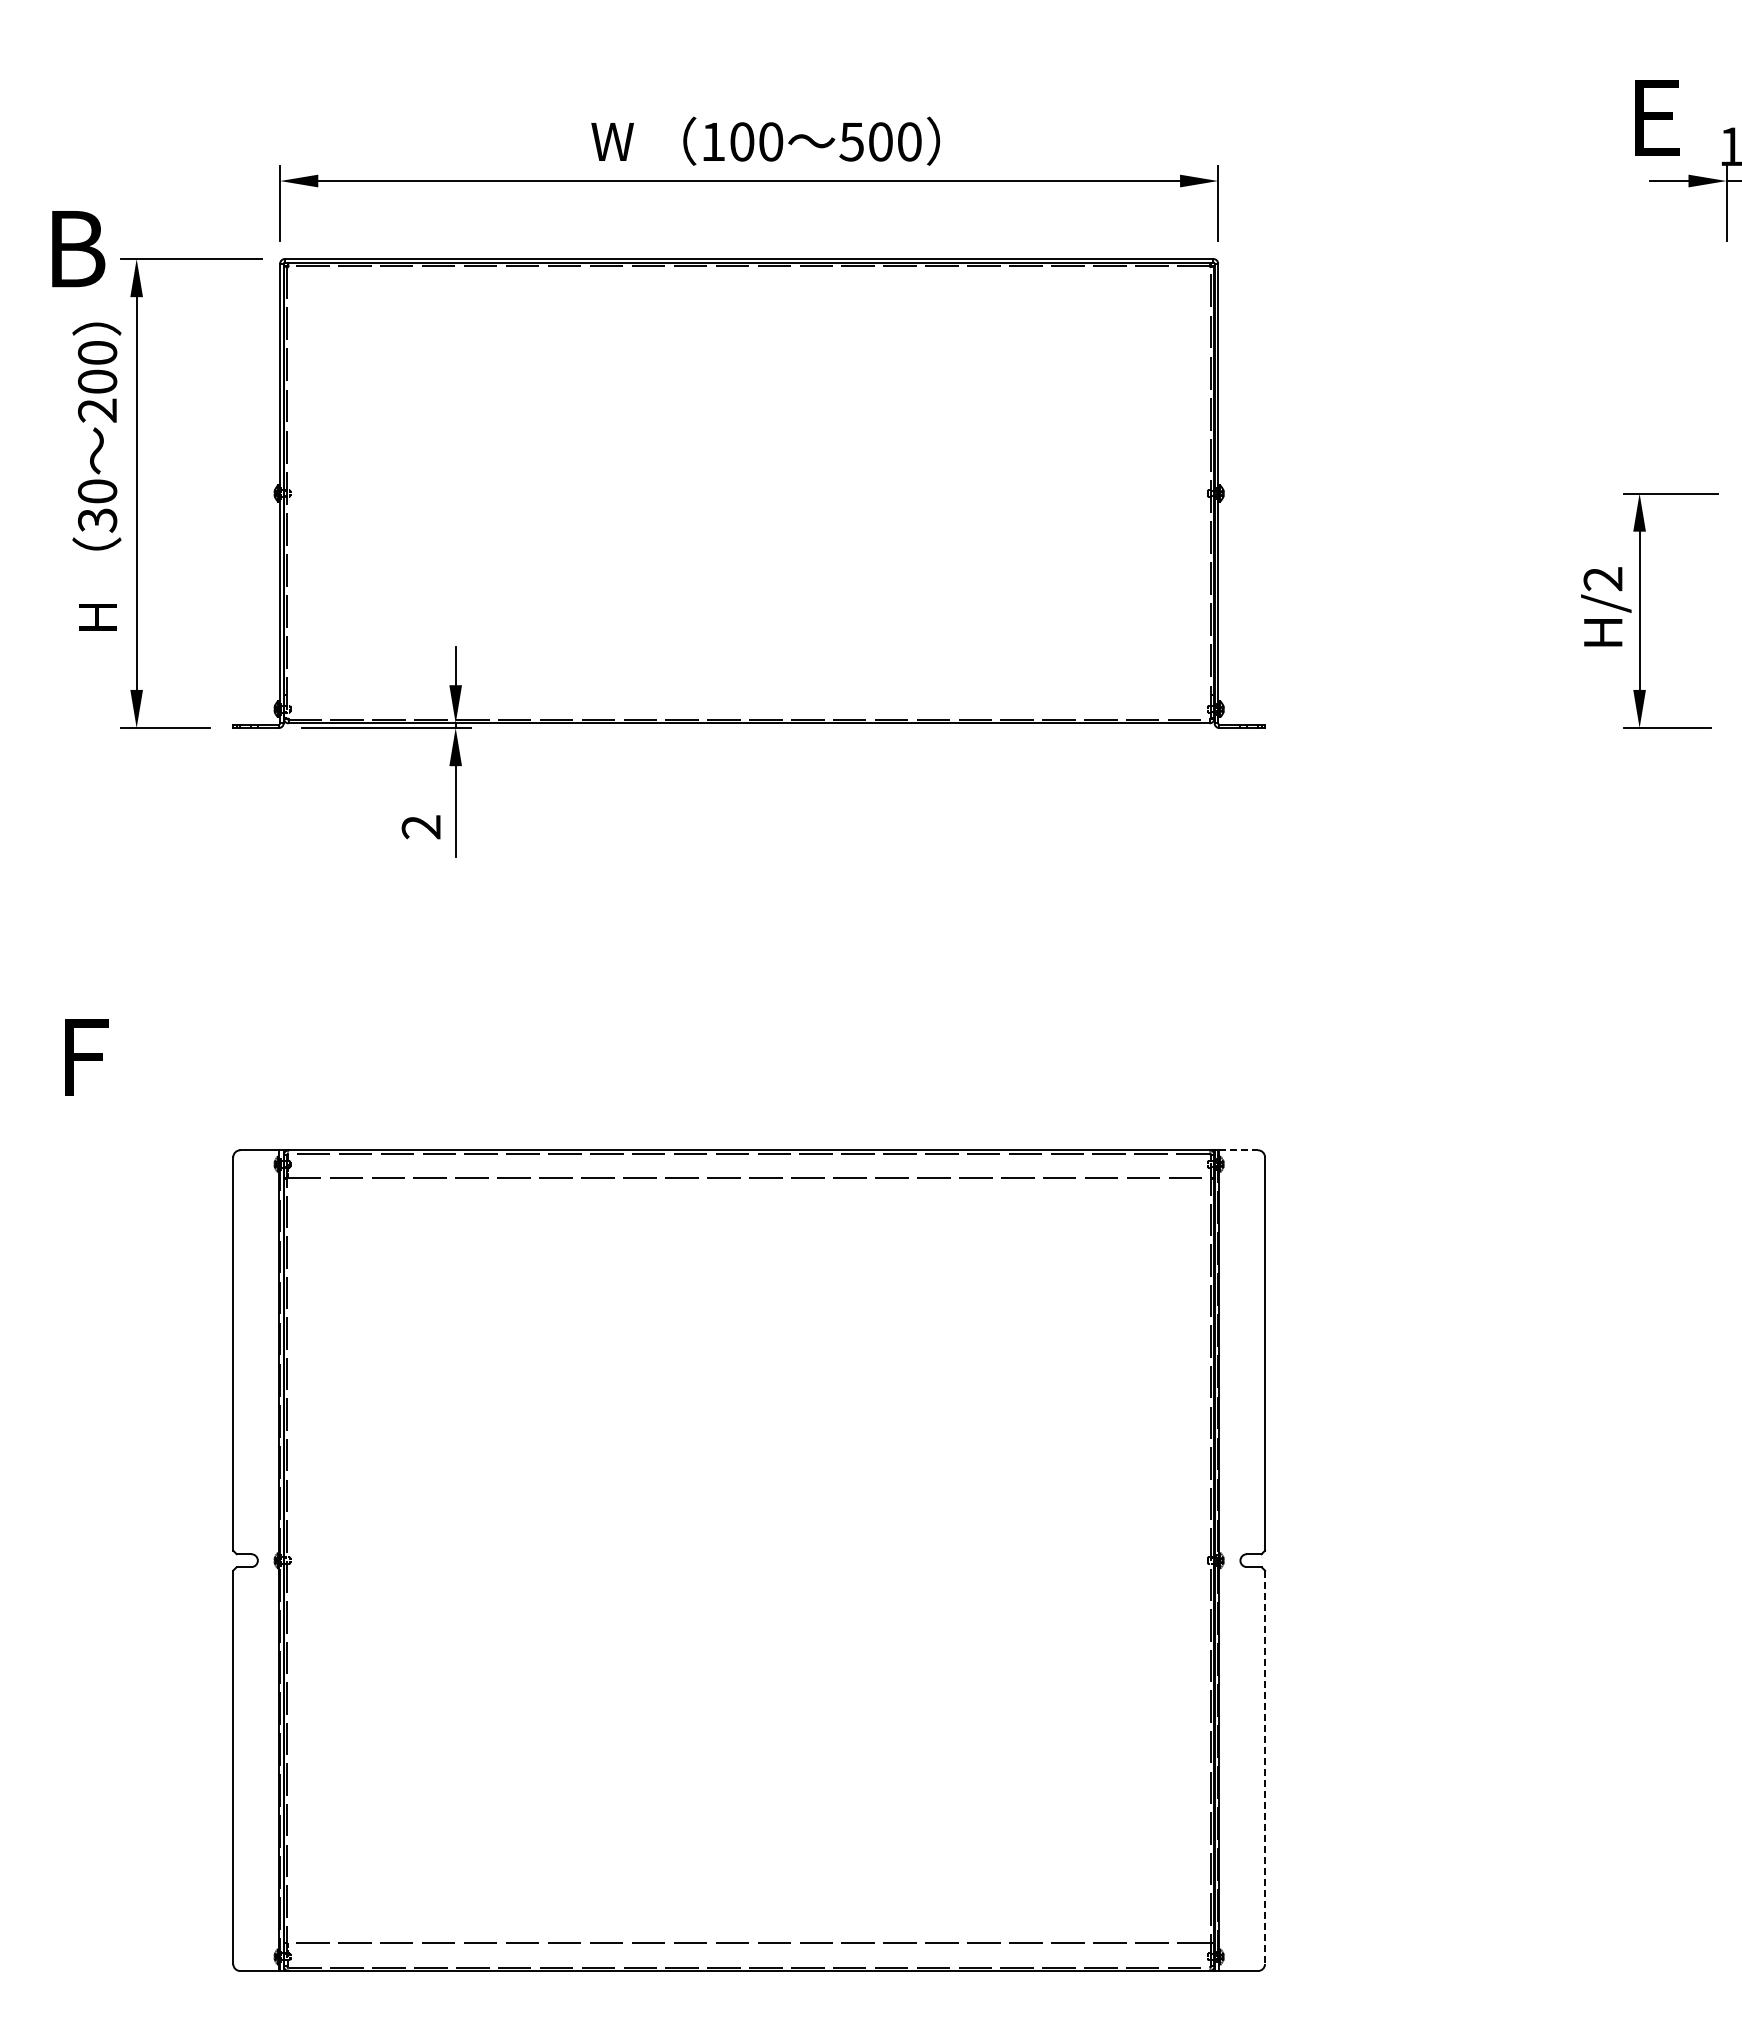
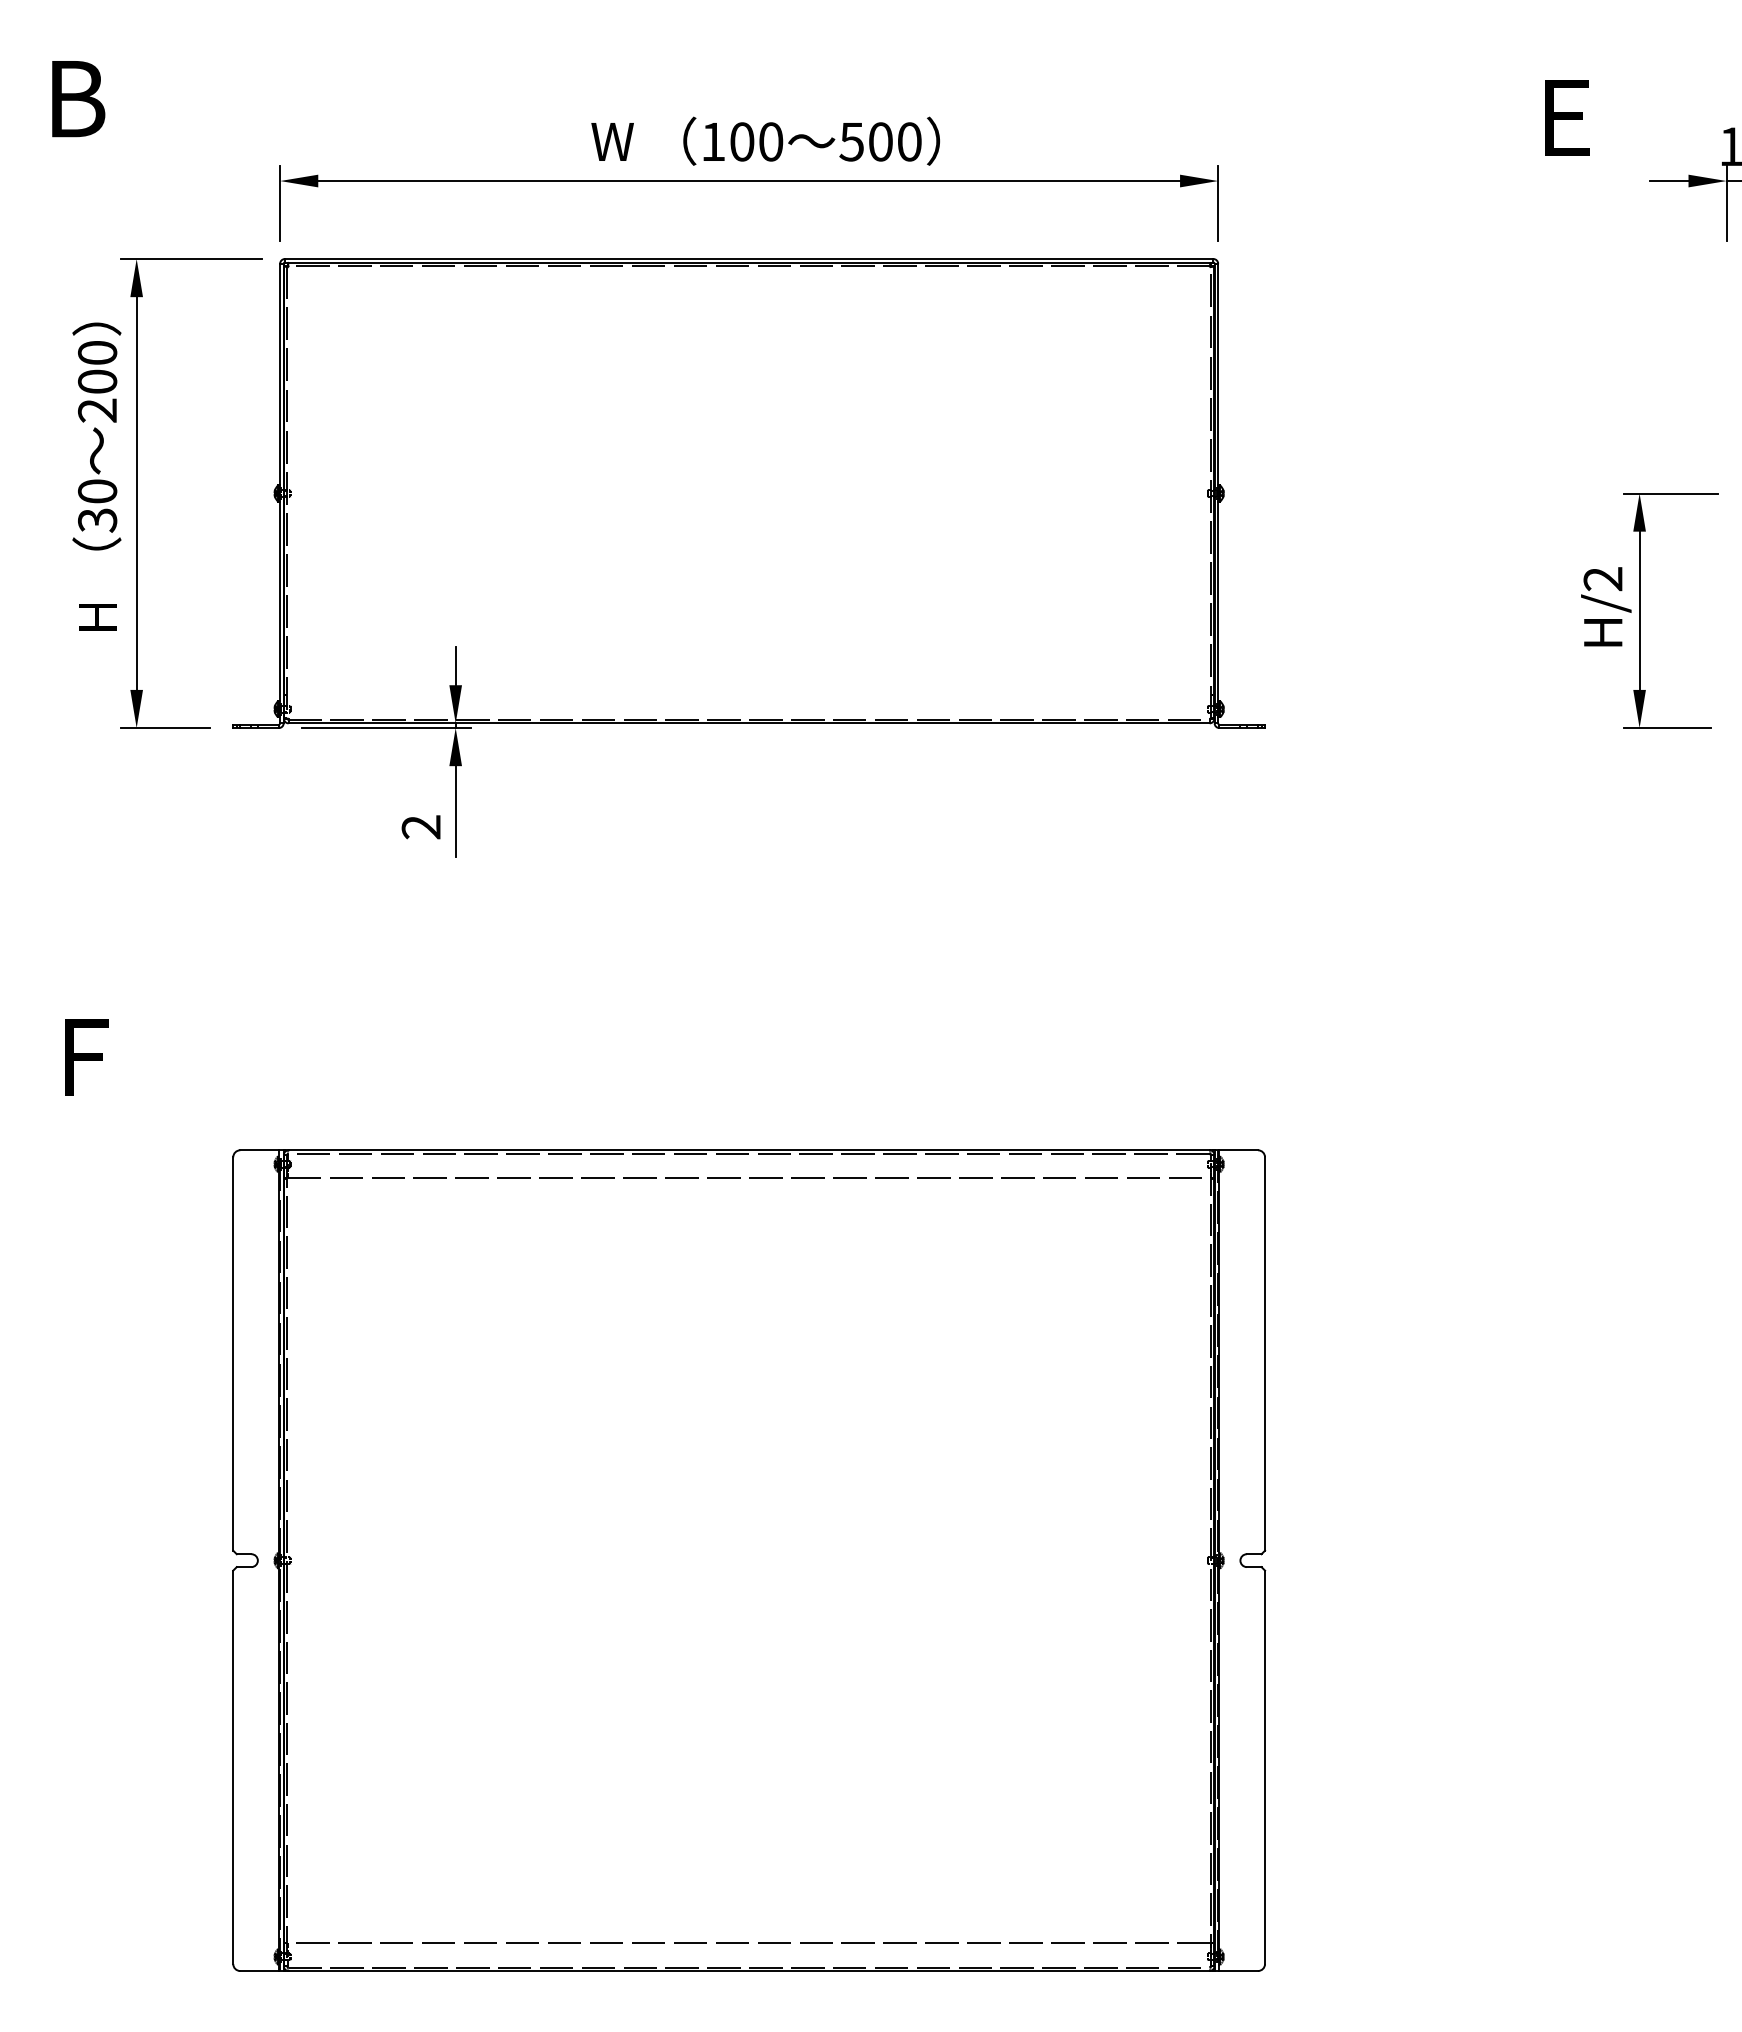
text at (1657, 117) position: (1657, 117) -> (1567, 117)
text at (78, 249) position: (78, 249) -> (78, 99)
line at (1239, 1150): dashed -> solid
line at (1265, 1767): dashed -> solid
